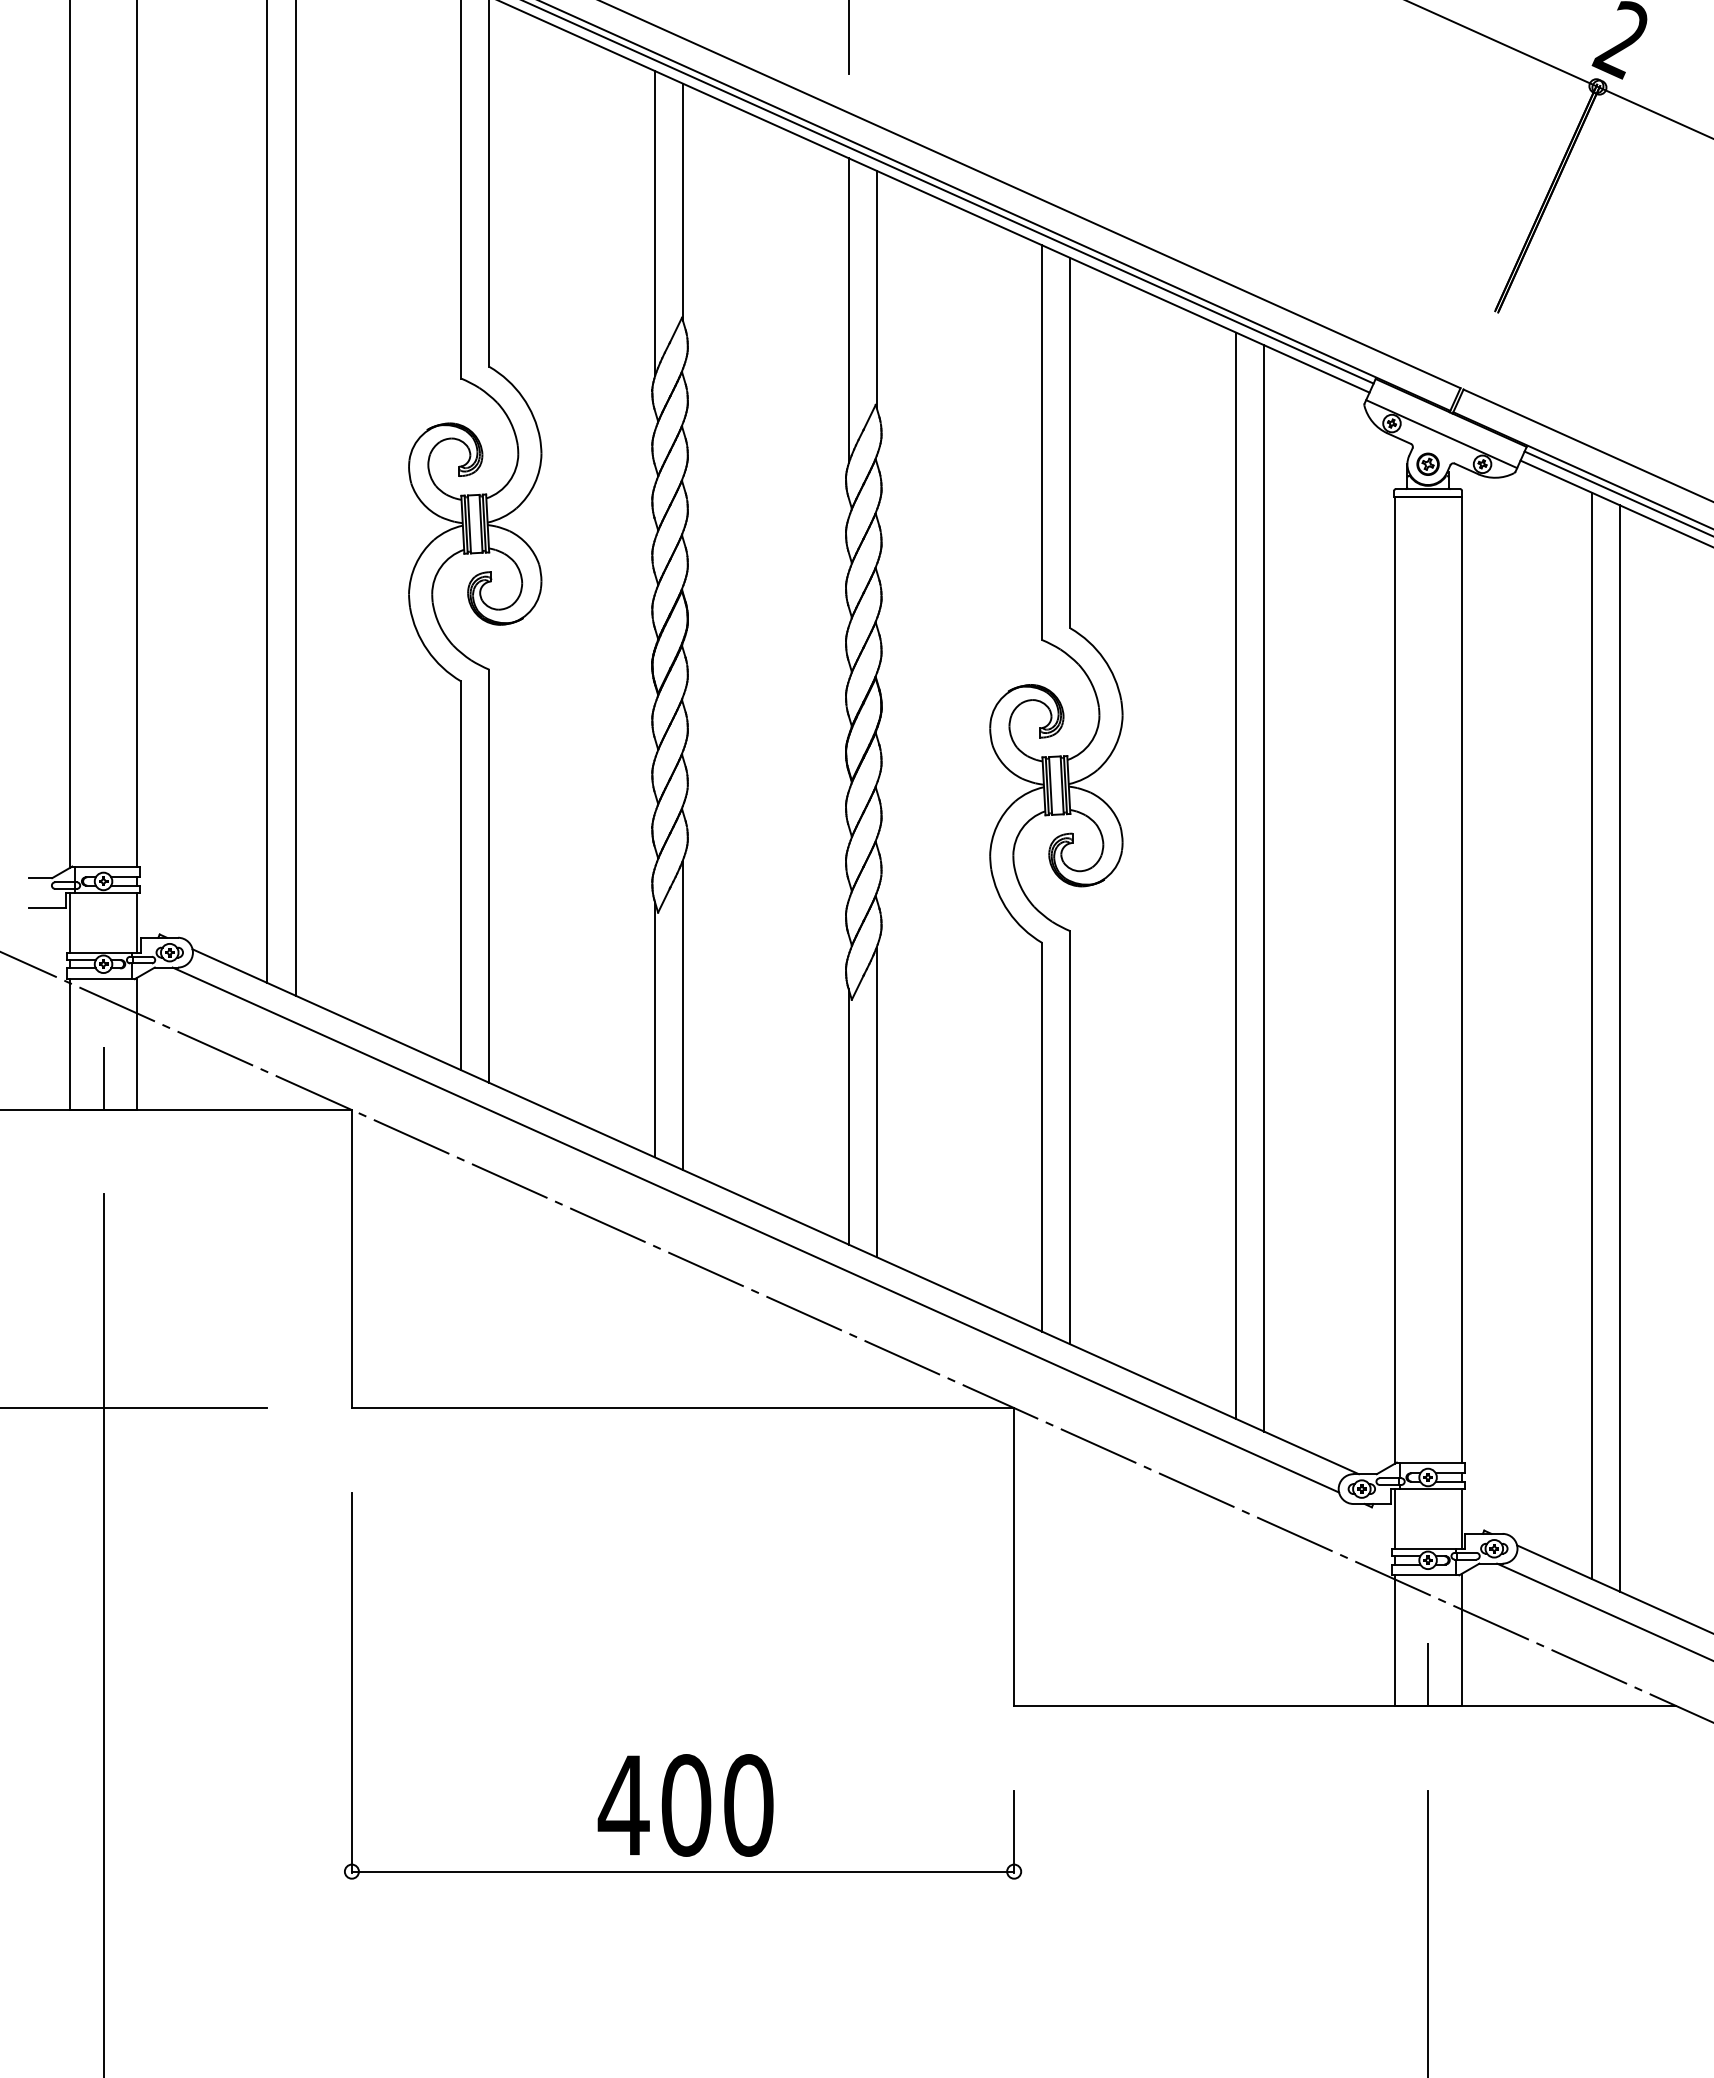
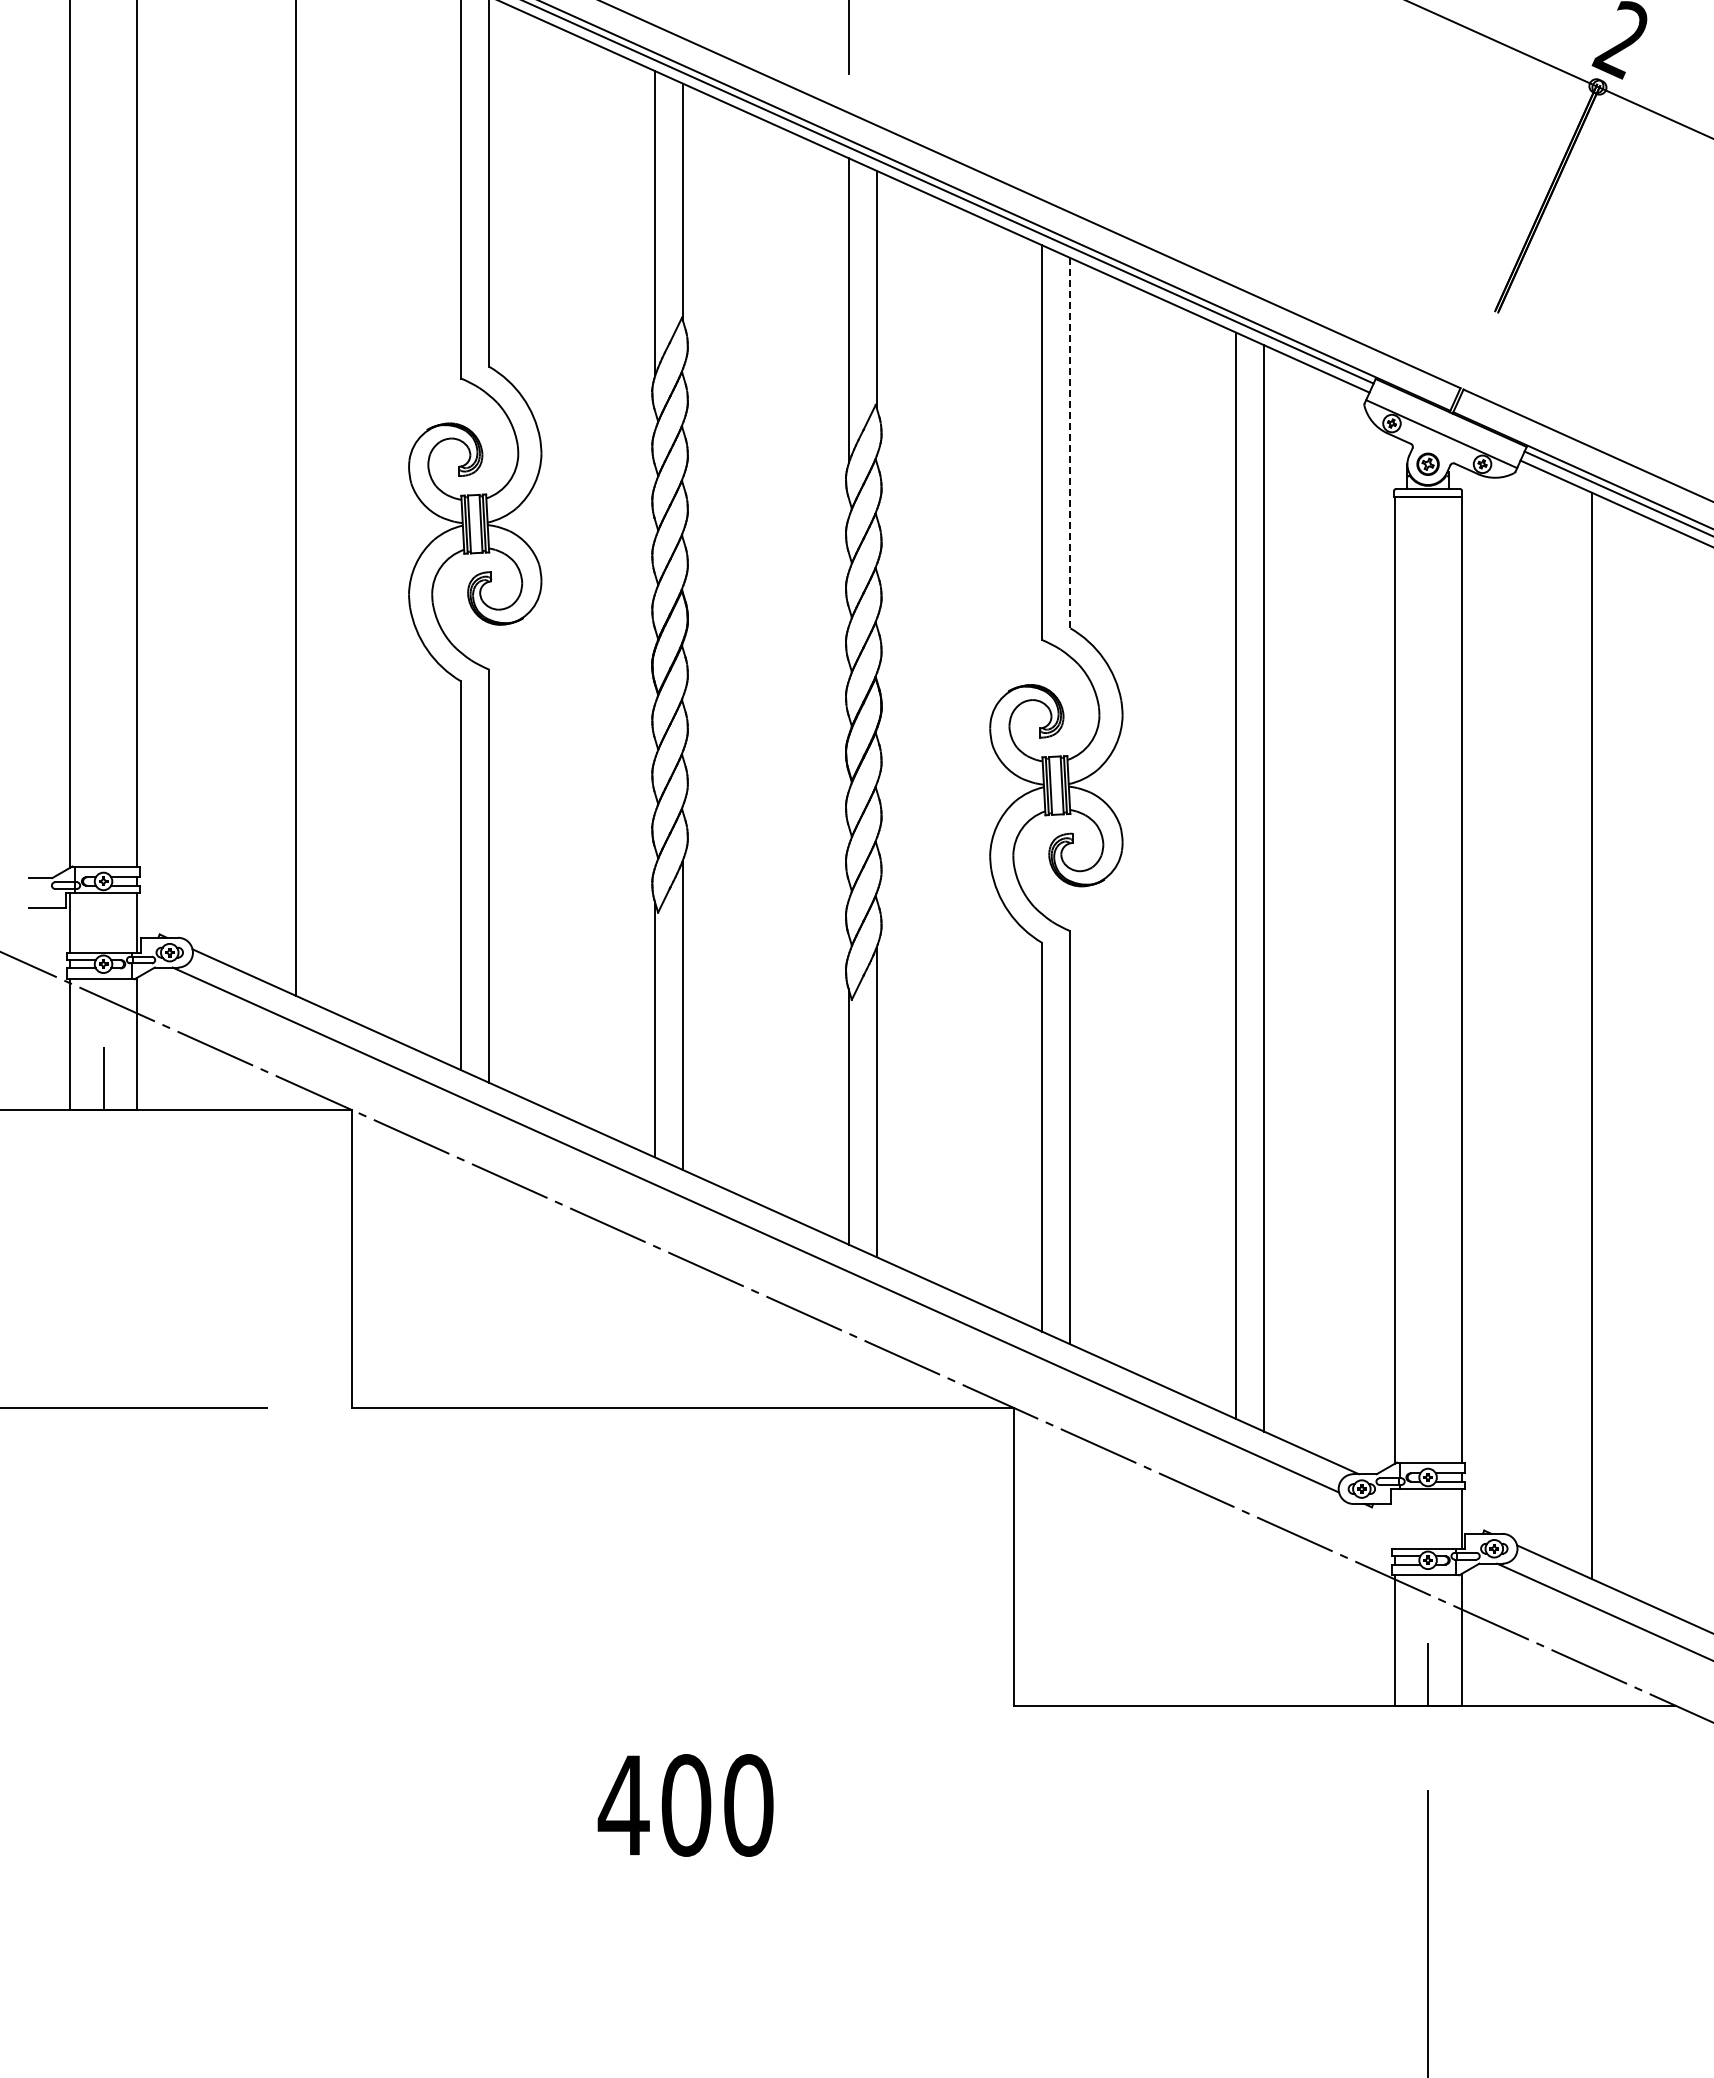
line at (1070, 442): solid -> dashed
line at (267, 492): present -> none
line at (1620, 1048): present -> none
line at (1394, 1518): present -> none
line at (103, 1634): present -> none
part at (683, 1871): present -> none
